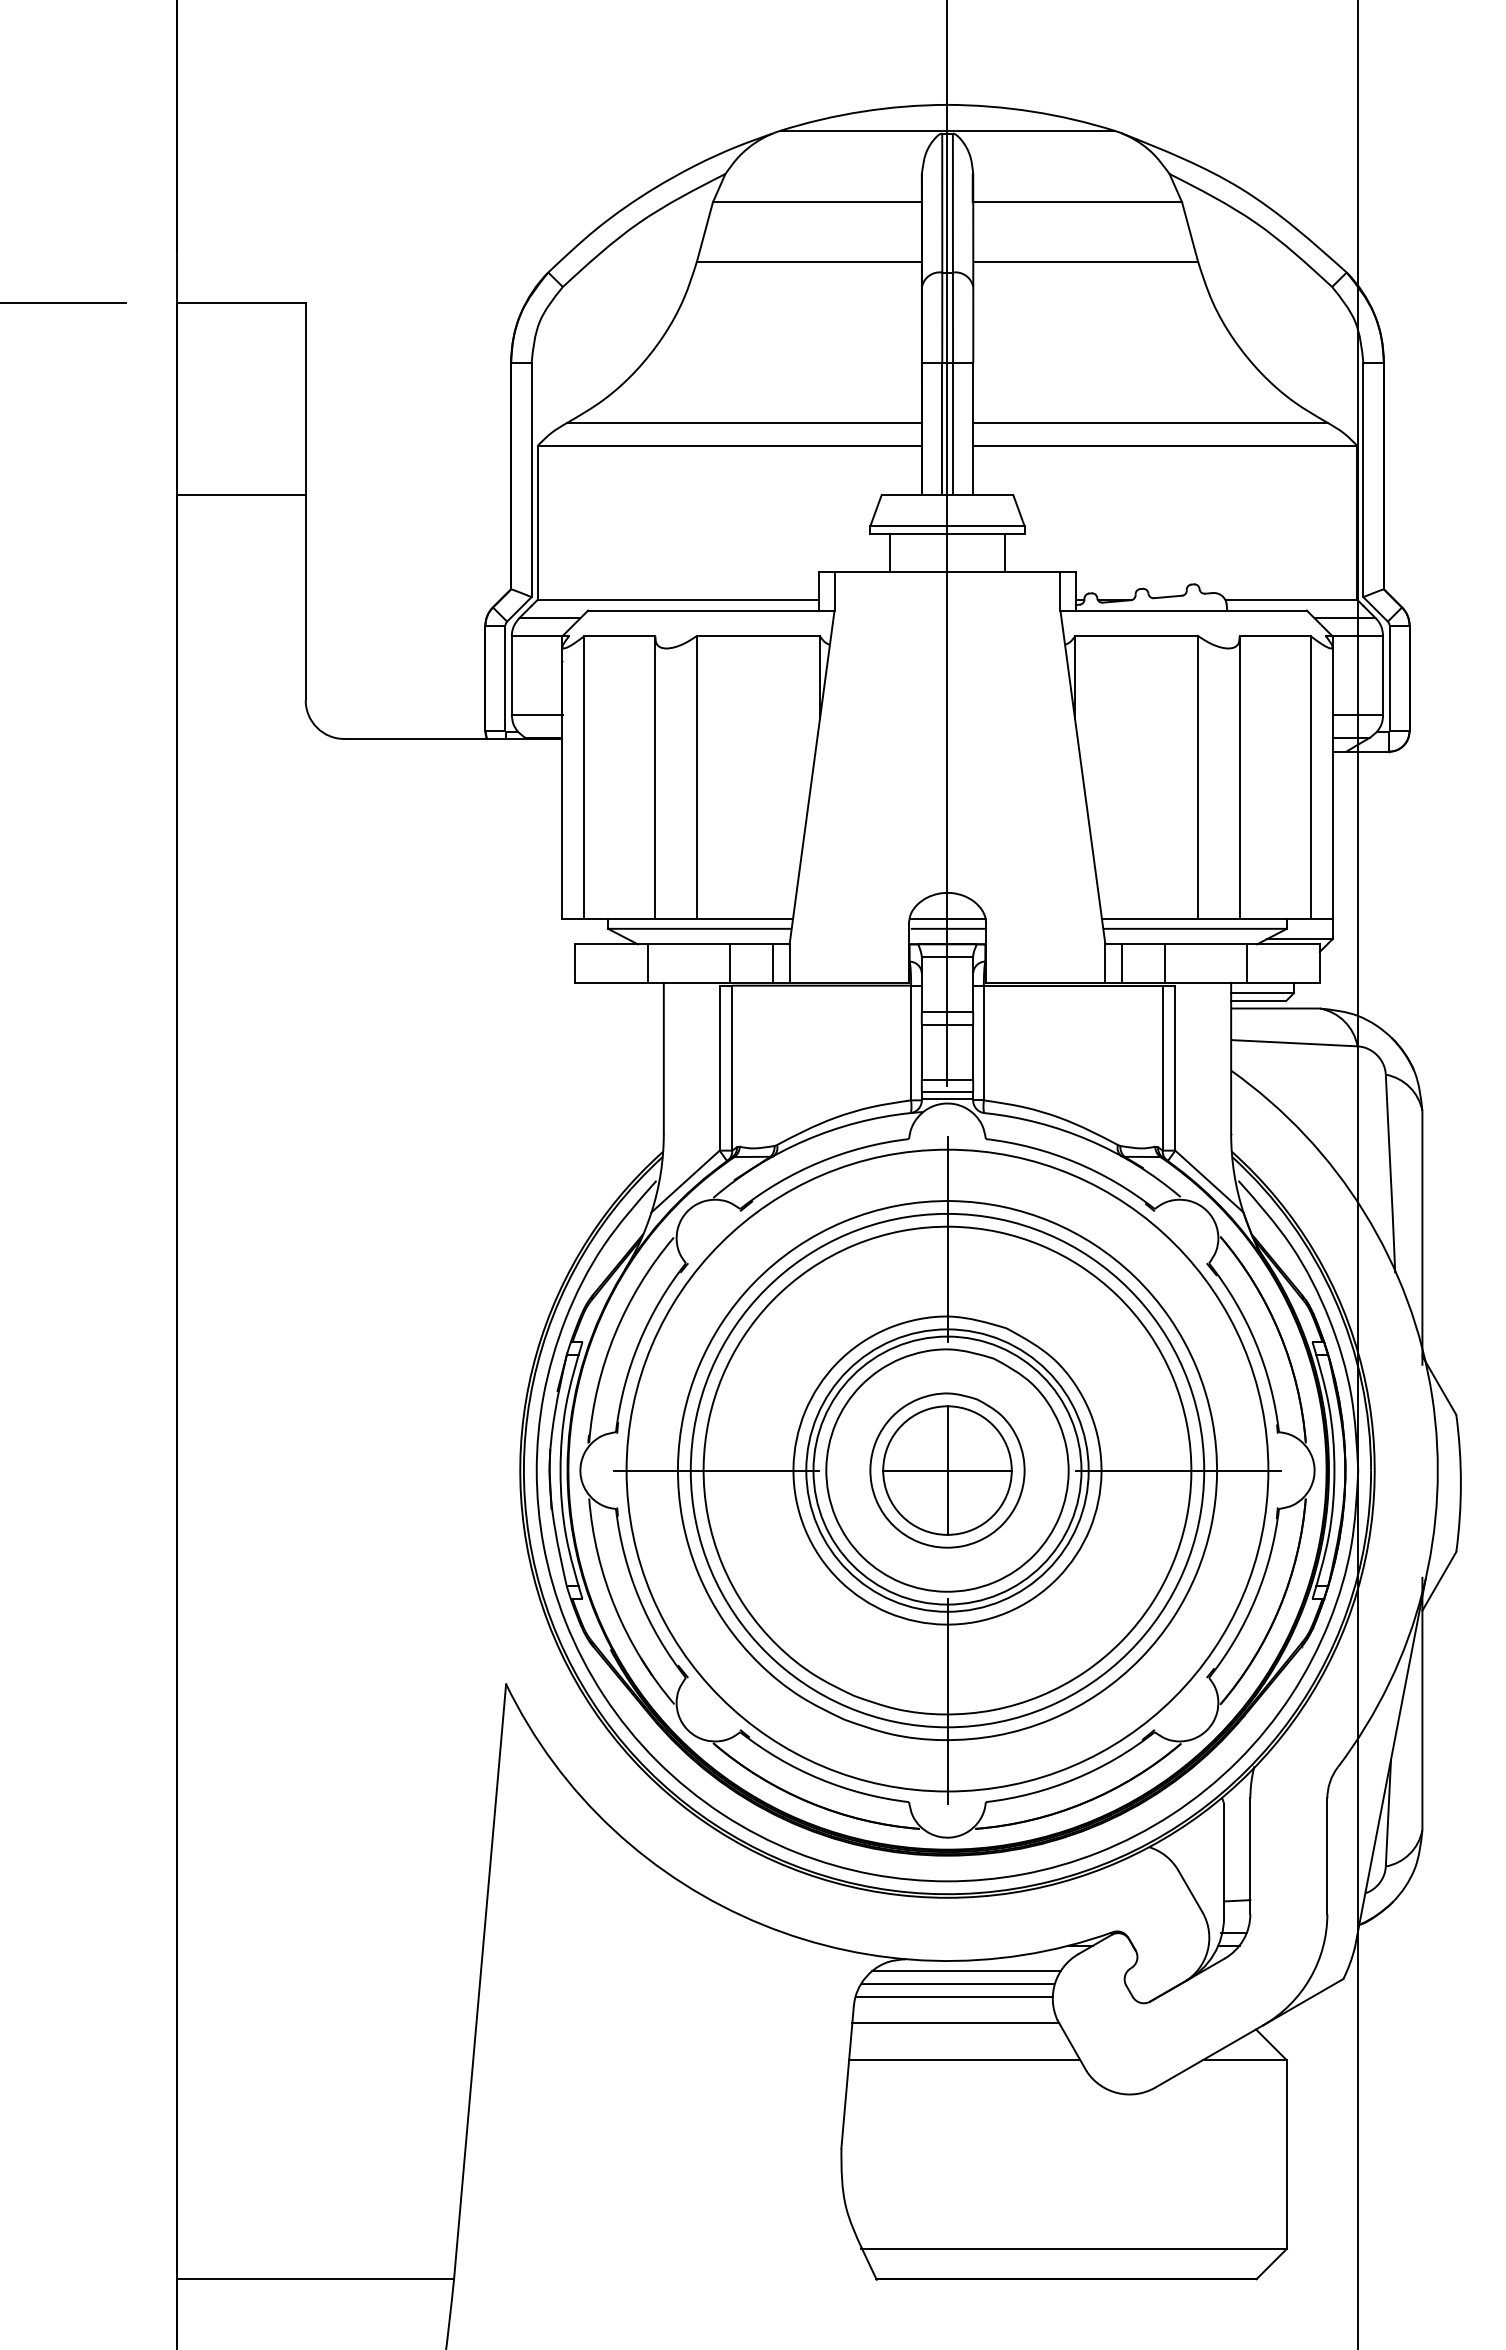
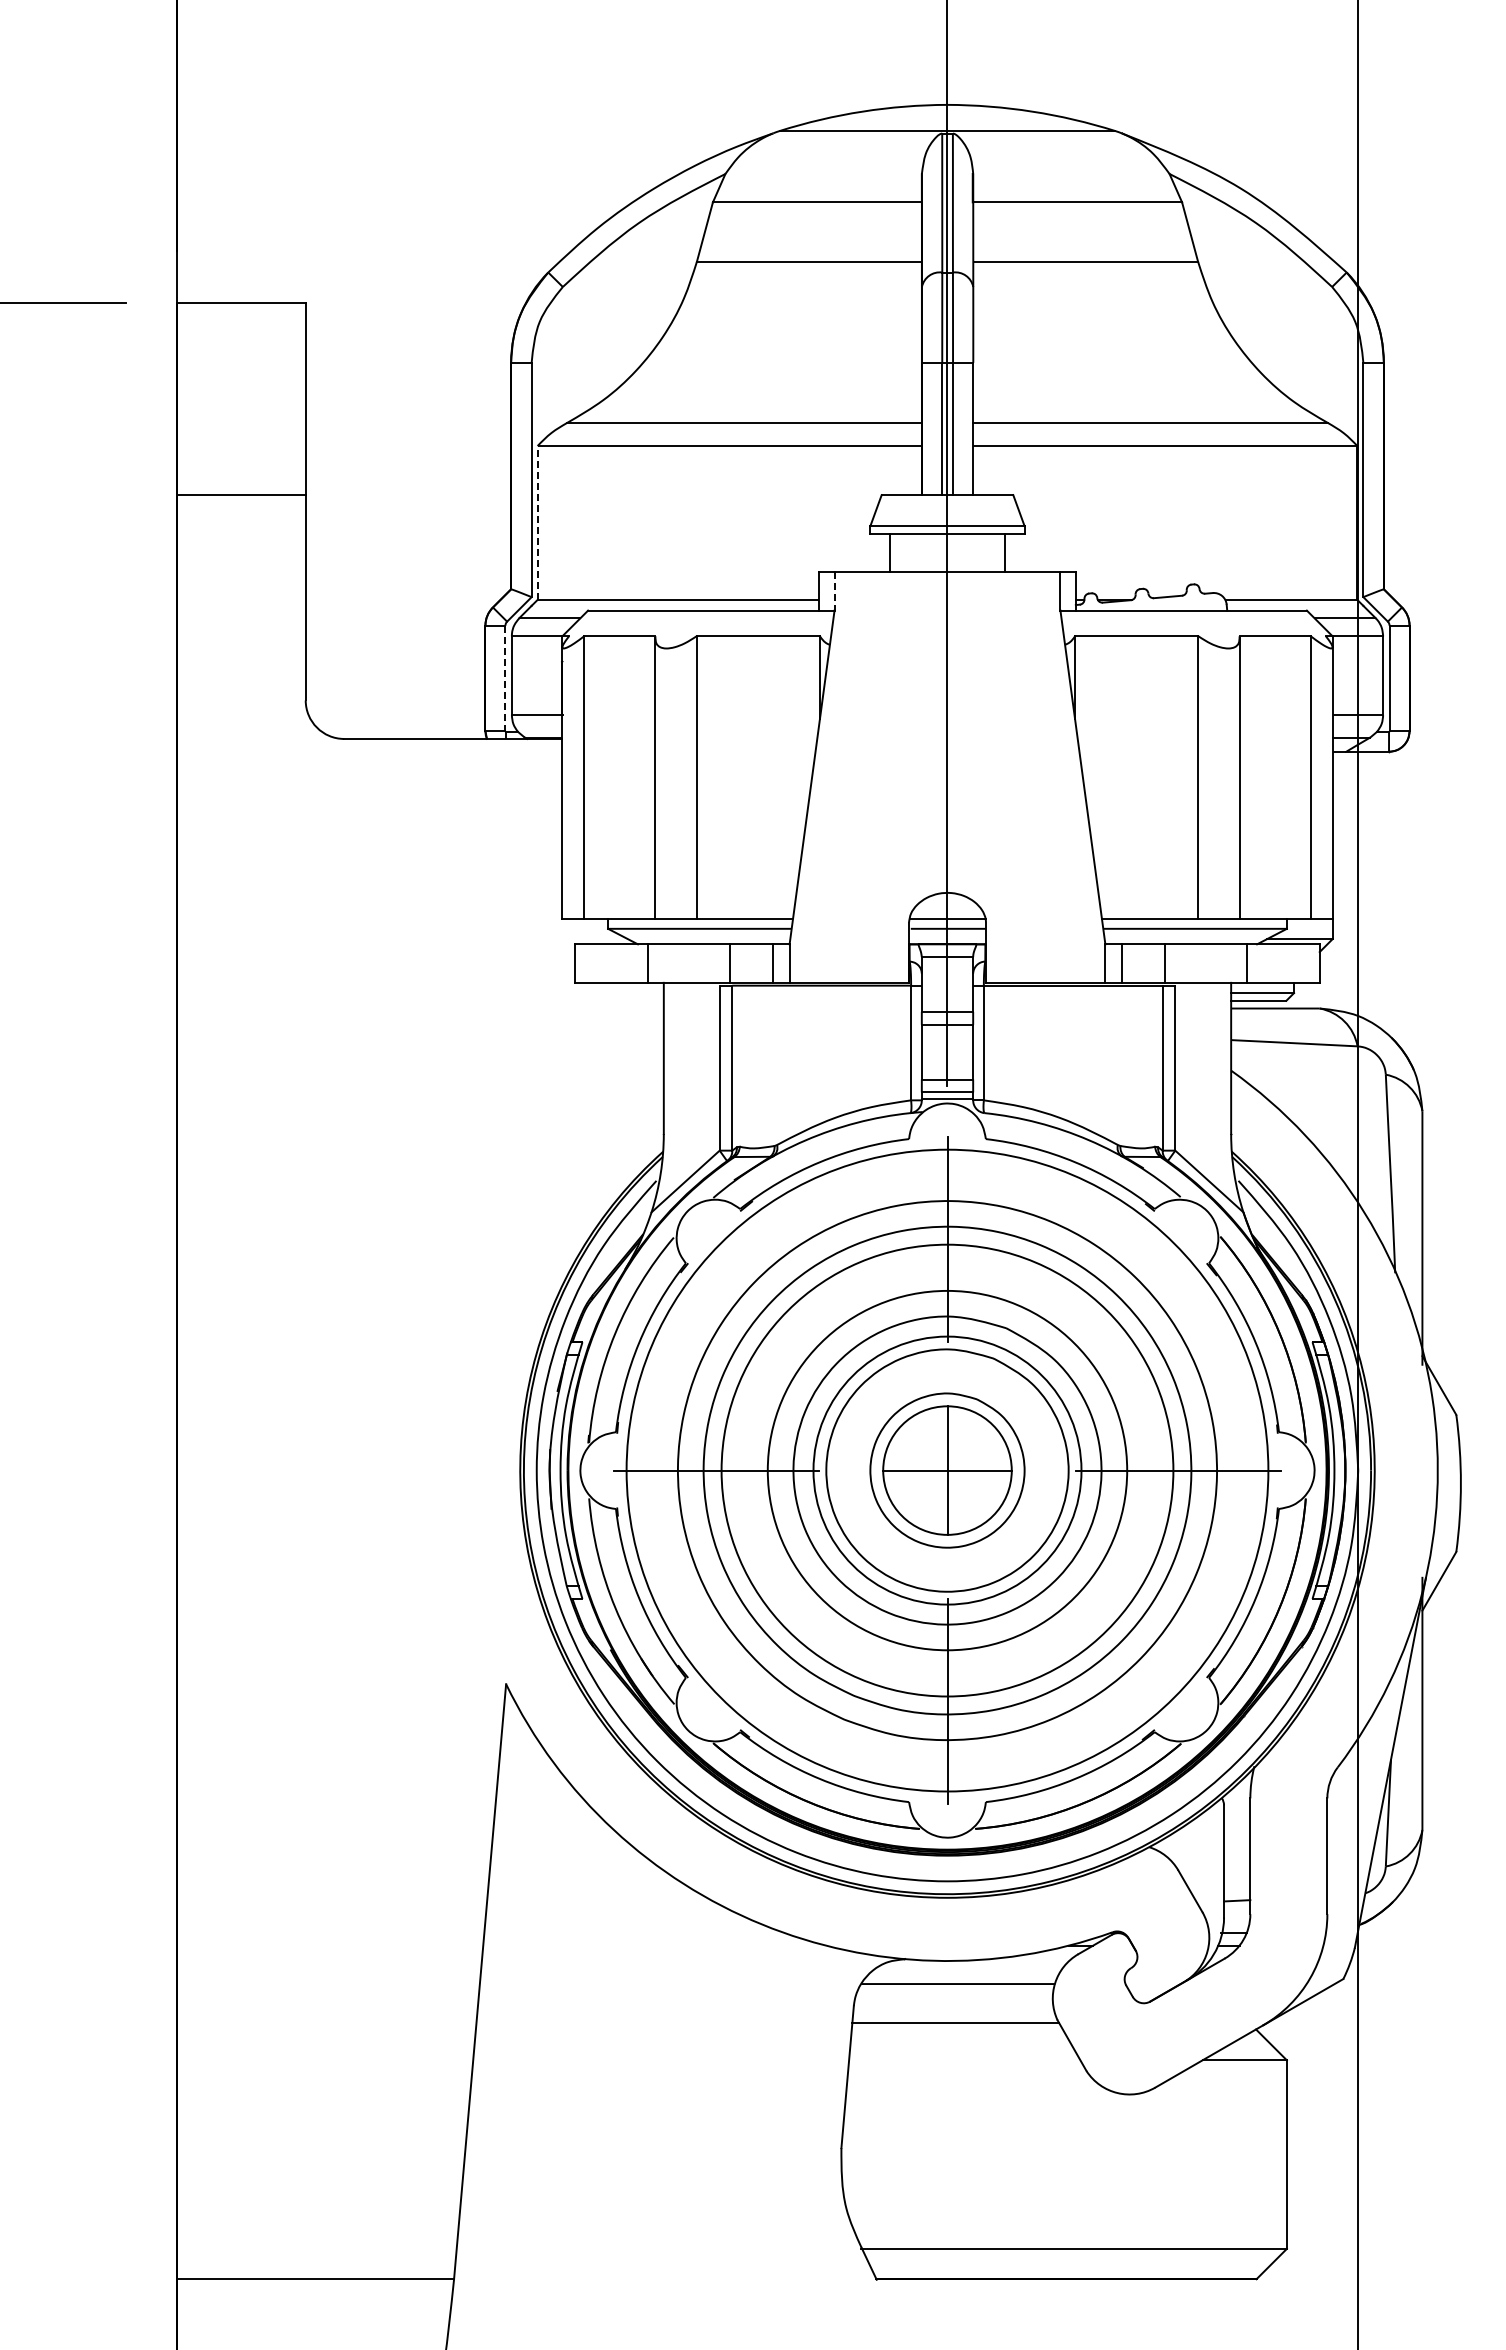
line at (537, 523): solid -> dashed
line at (834, 591): solid -> dashed
line at (505, 678): solid -> dashed
circle at (947, 1470) diameter: 282 px -> 452 px
circle at (947, 1470) diameter: 513 px -> 359 px
line at (965, 1971): present -> none
line at (953, 1996): present -> none
line at (964, 2060): present -> none
